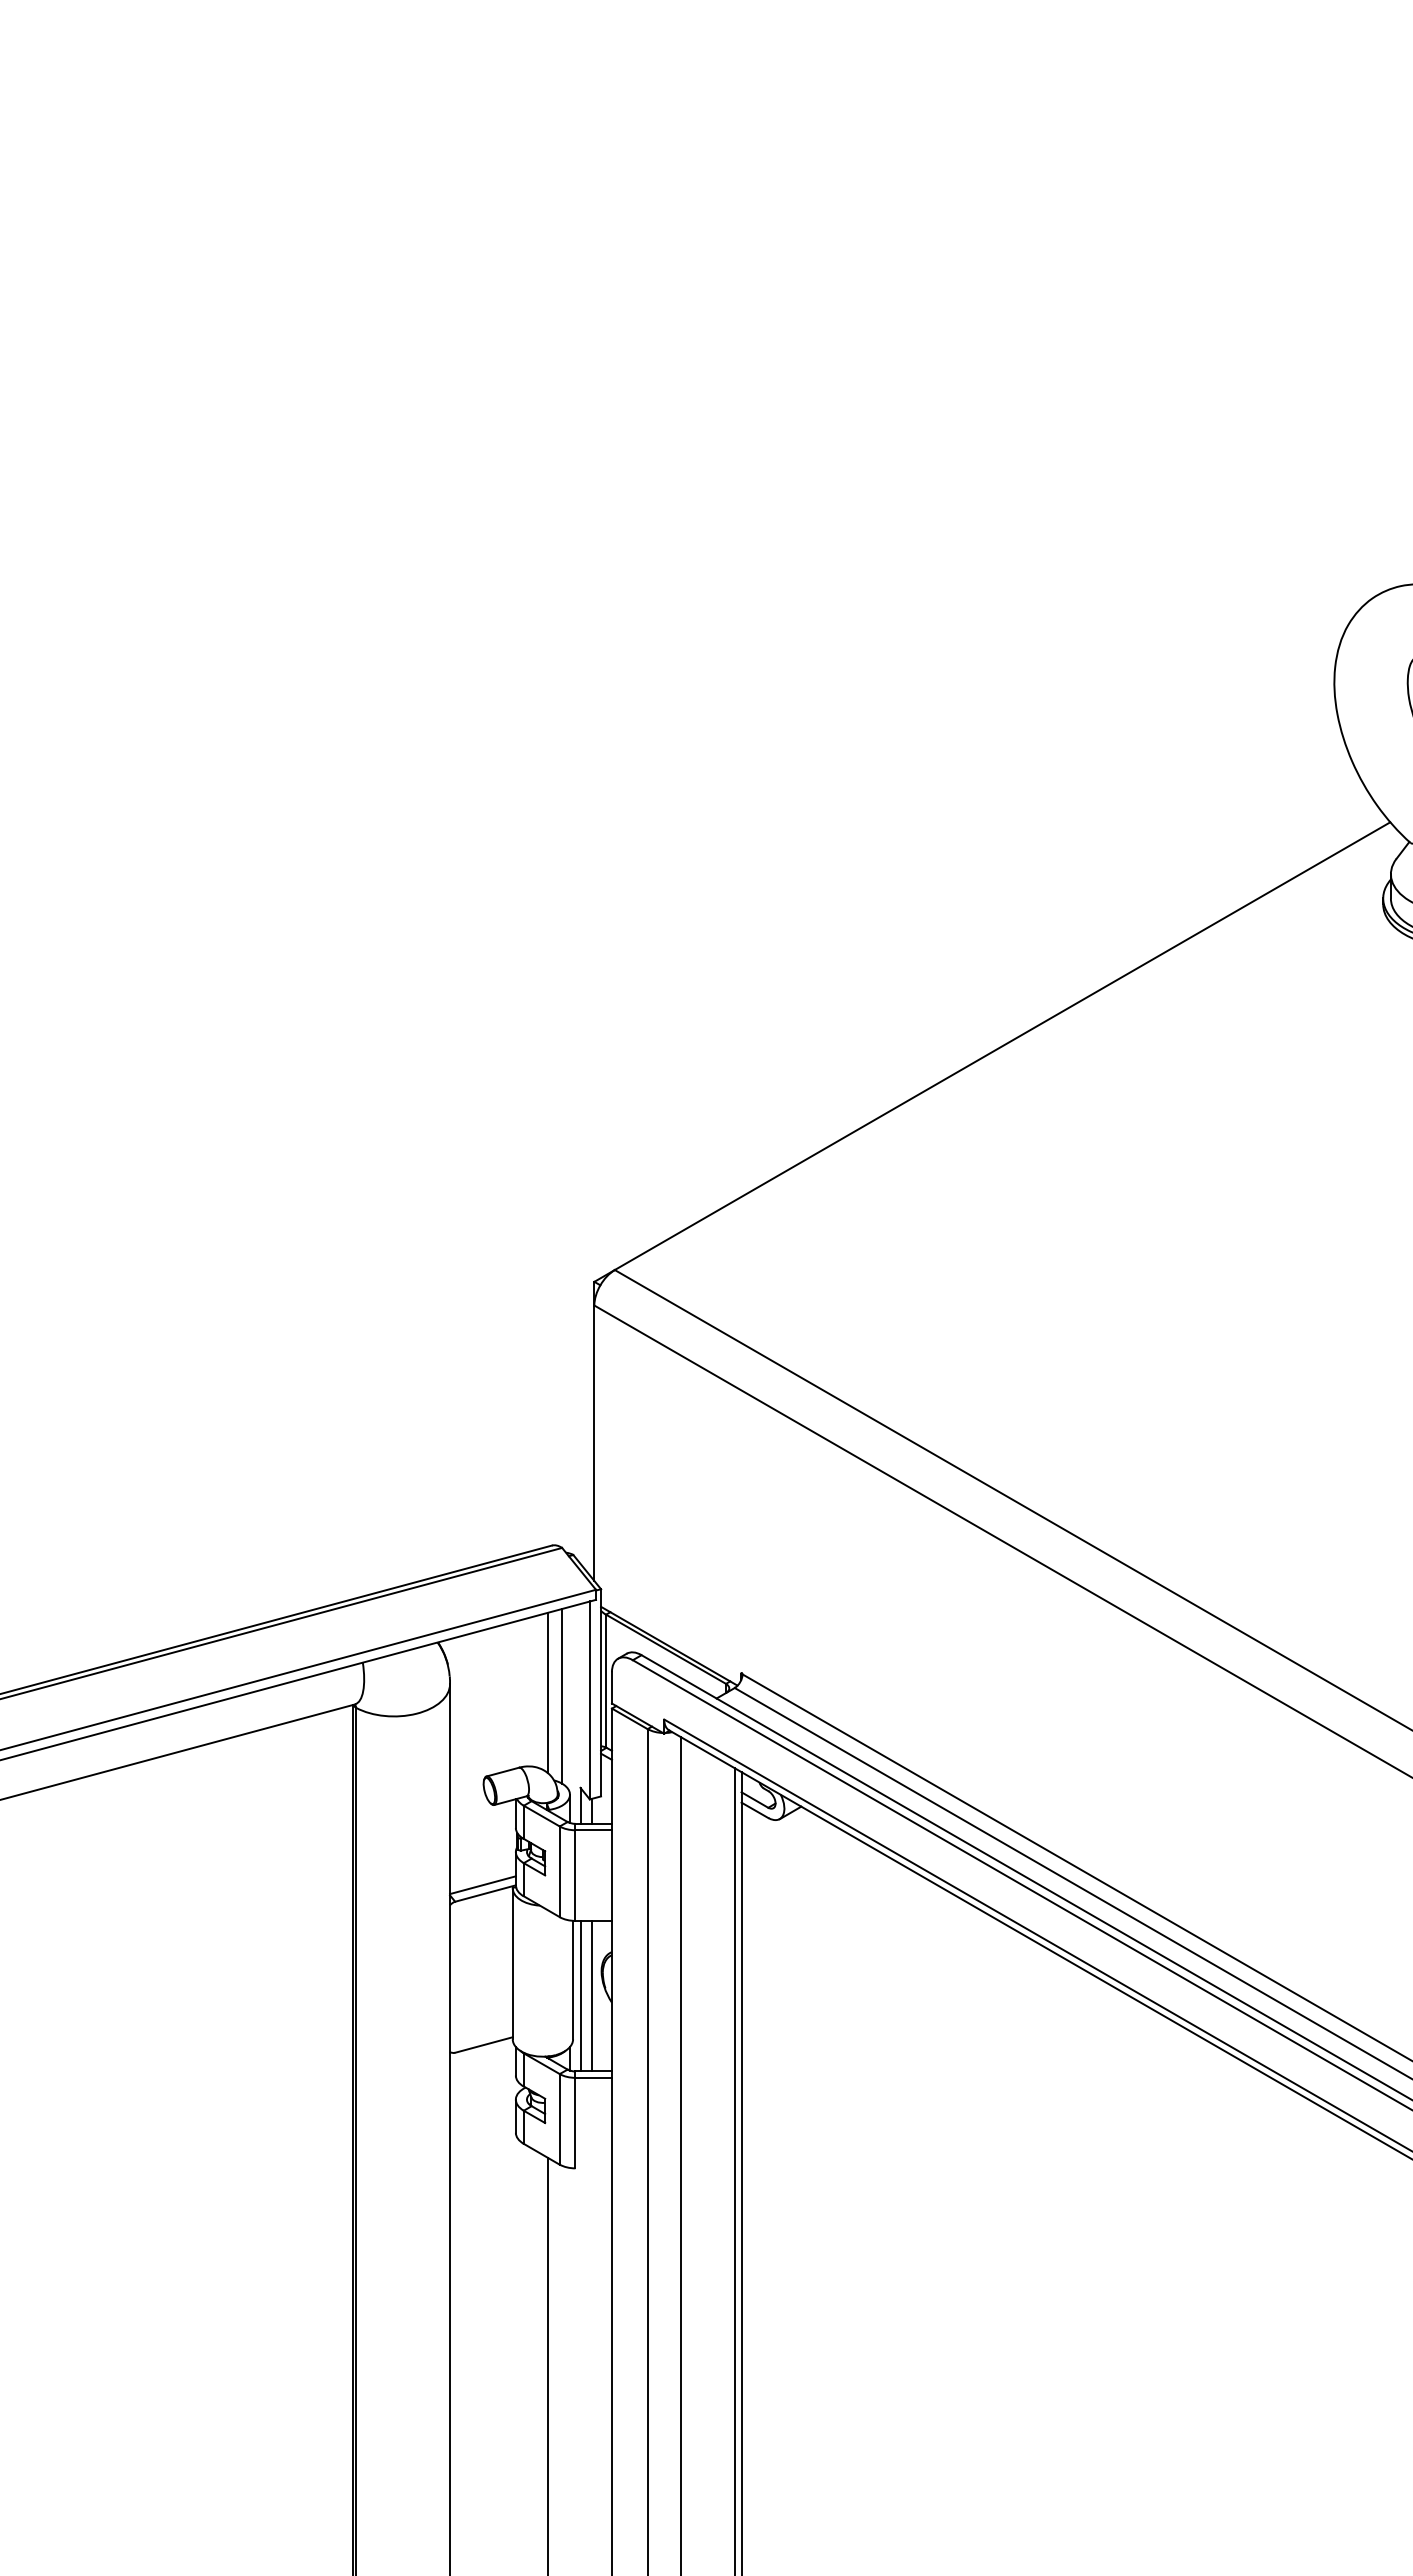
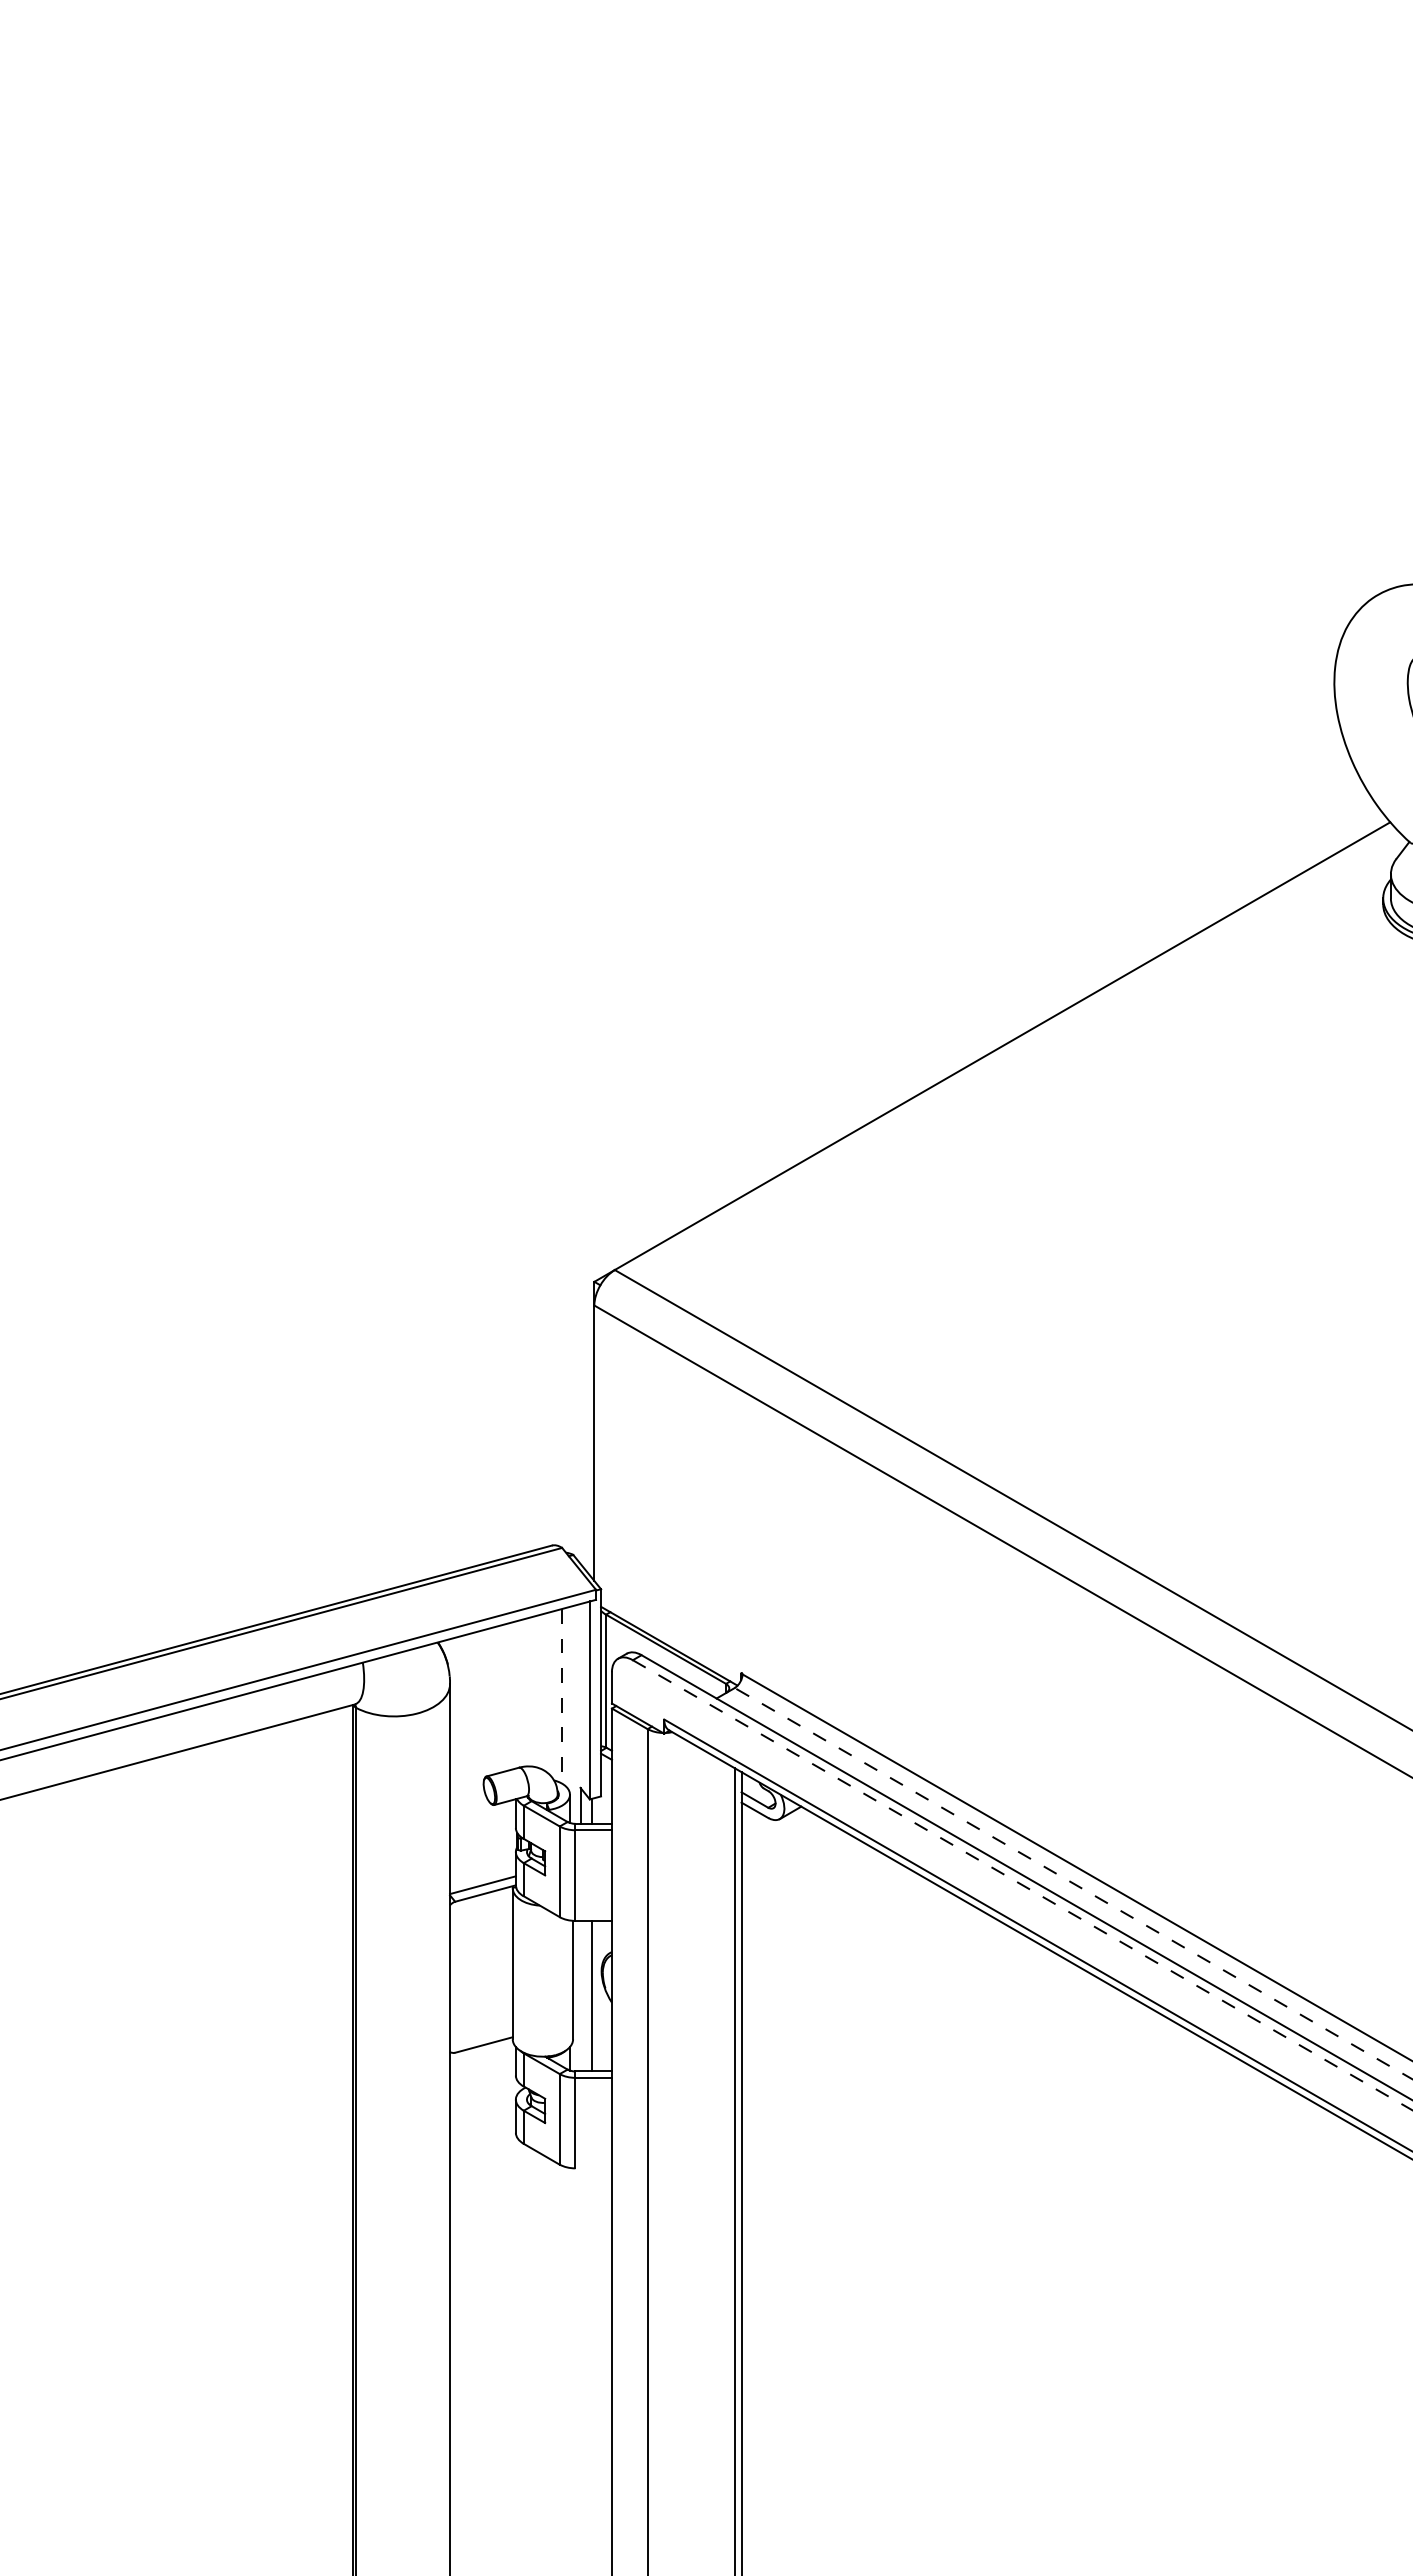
line at (547, 1692): present -> none
line at (562, 1696): solid -> dashed
line at (1073, 1883): solid -> dashed
line at (1022, 1885): solid -> dashed
line at (580, 1995): present -> none
line at (680, 2154): present -> none
line at (547, 2364): present -> none
